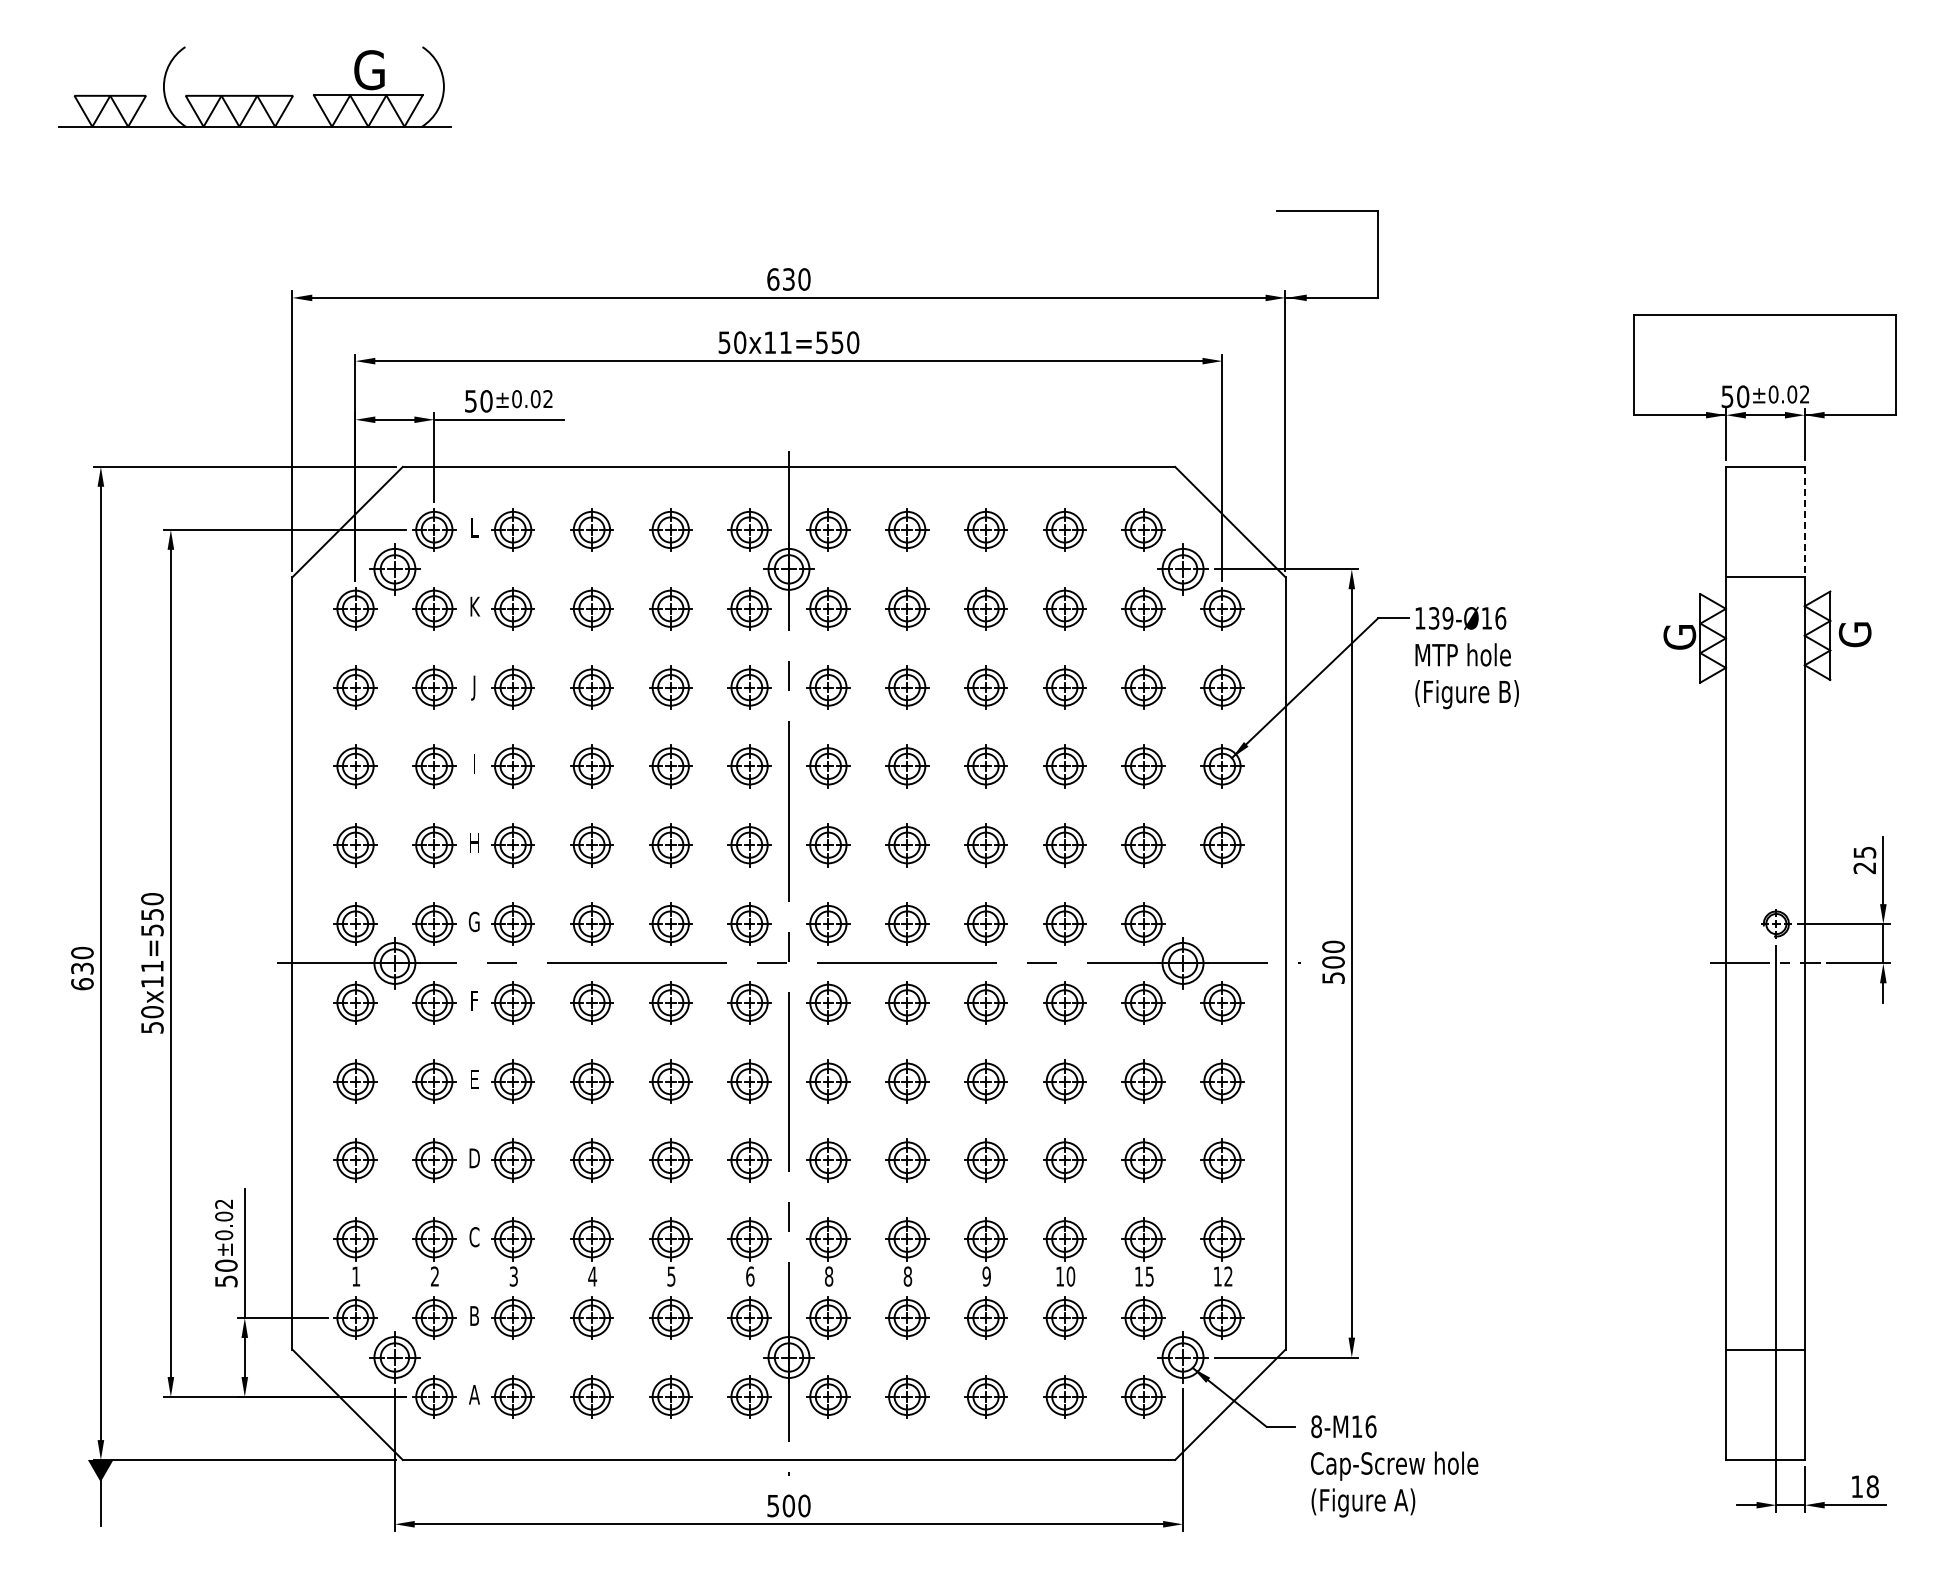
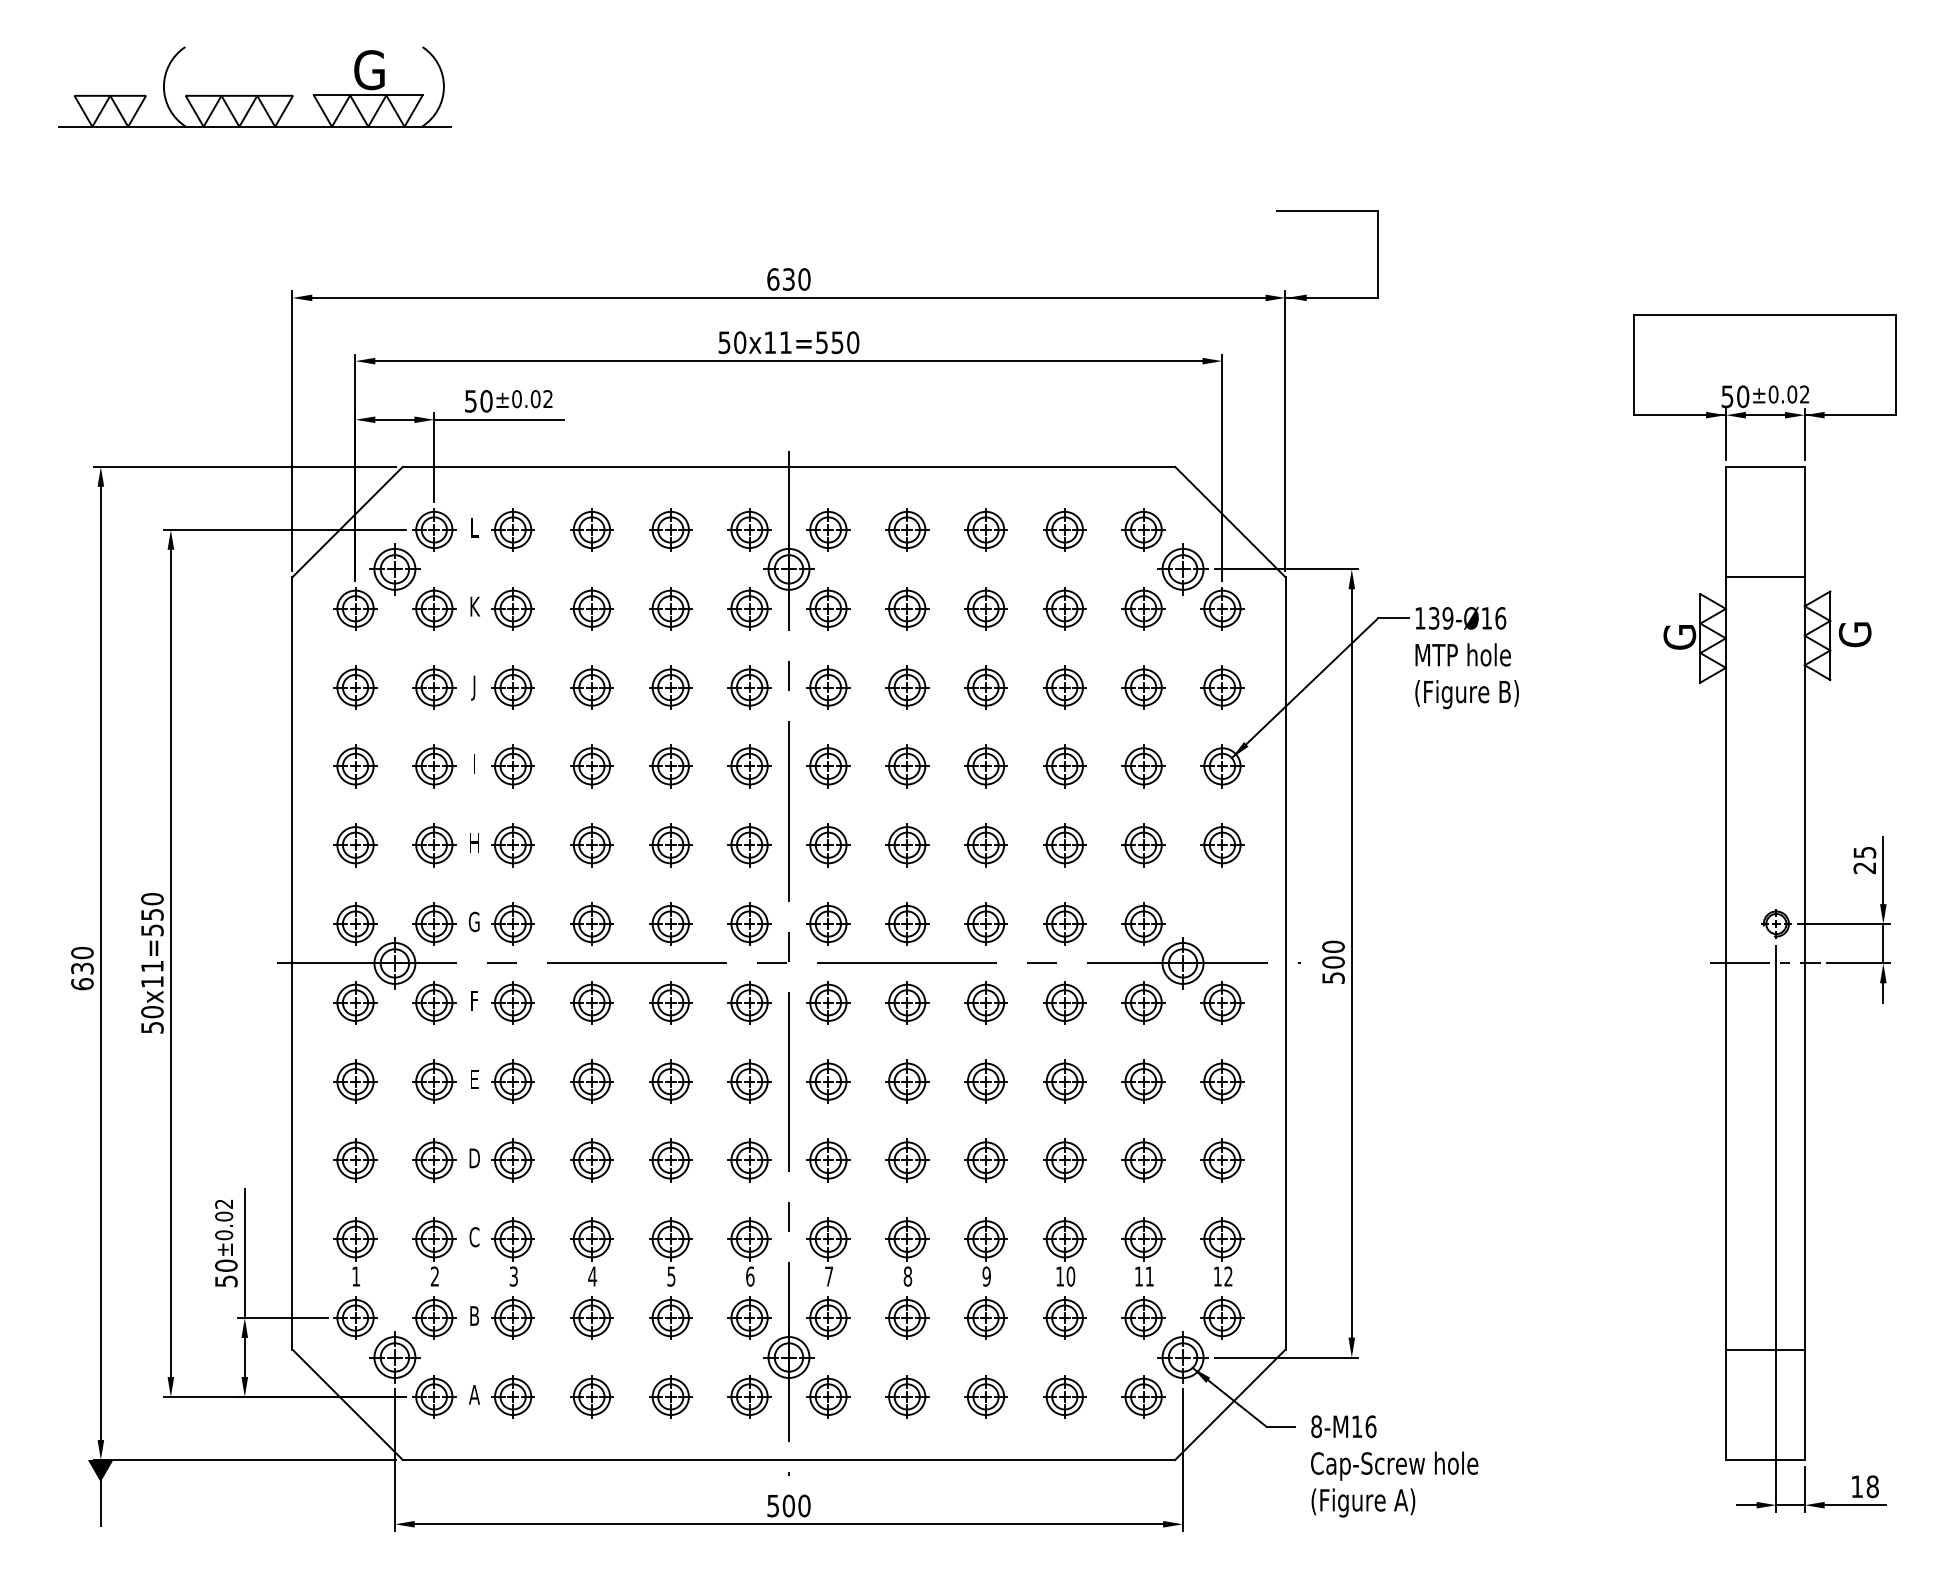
line at (1804, 522): dashed -> solid
text at (829, 1276): 8 -> 7
text at (1149, 1276): 15 -> 11
